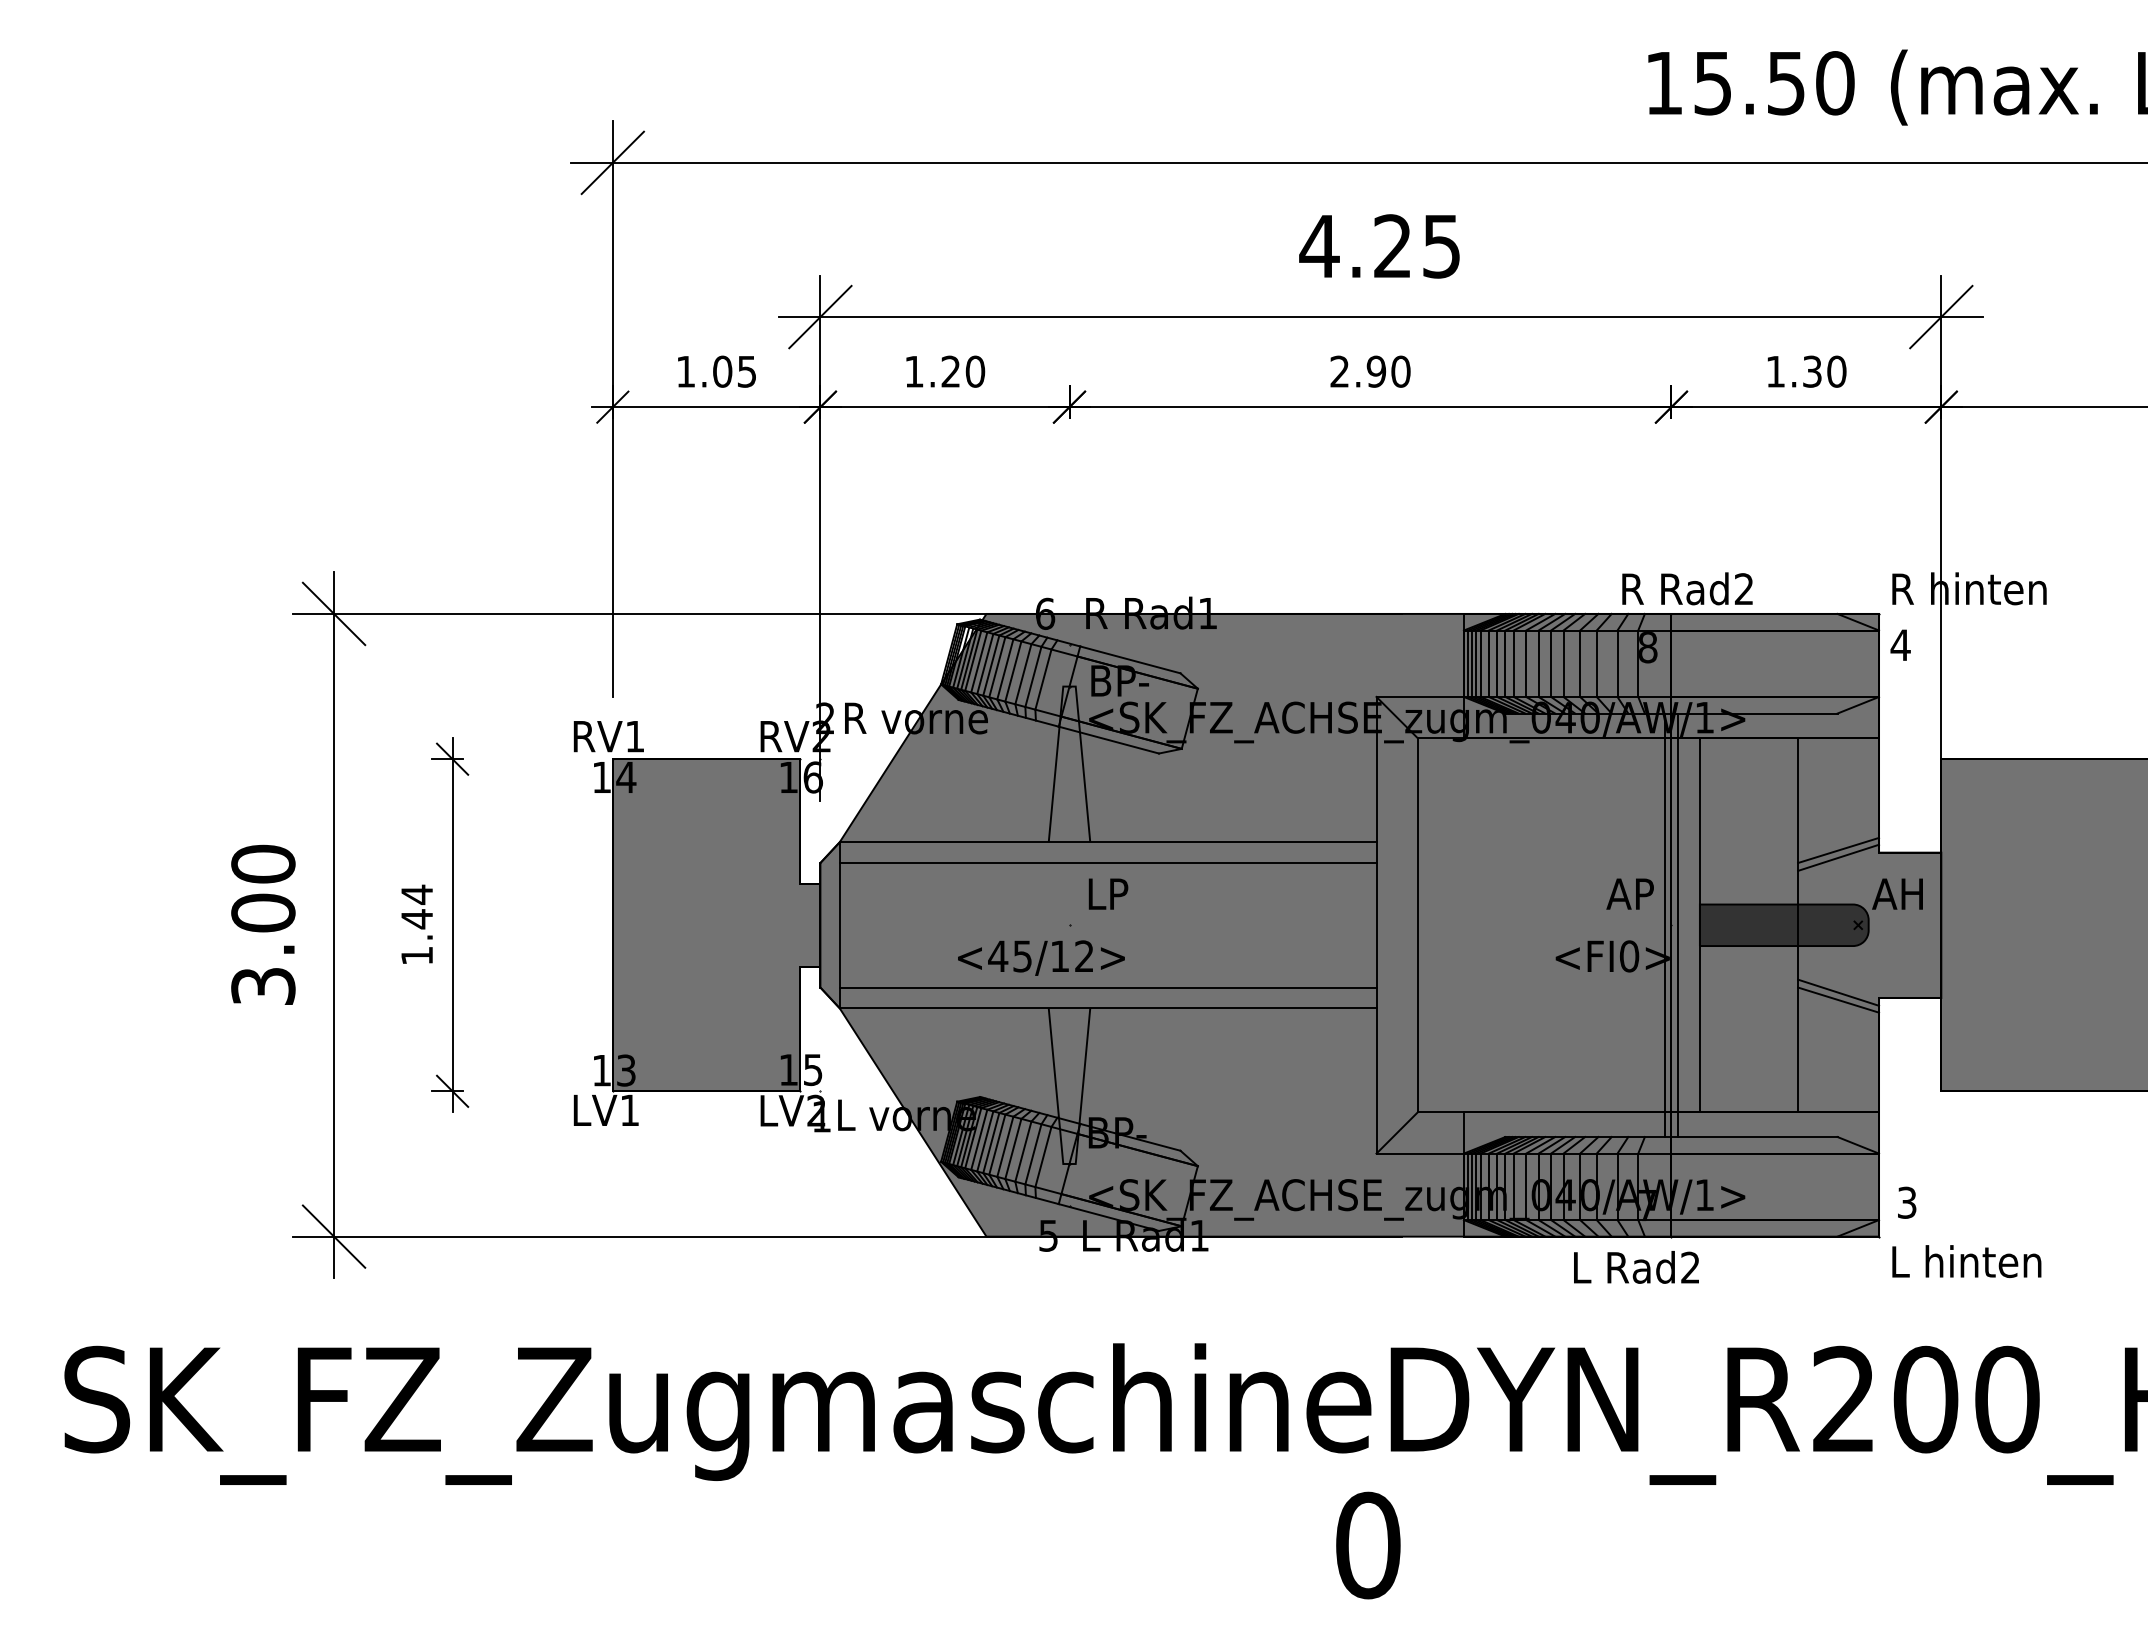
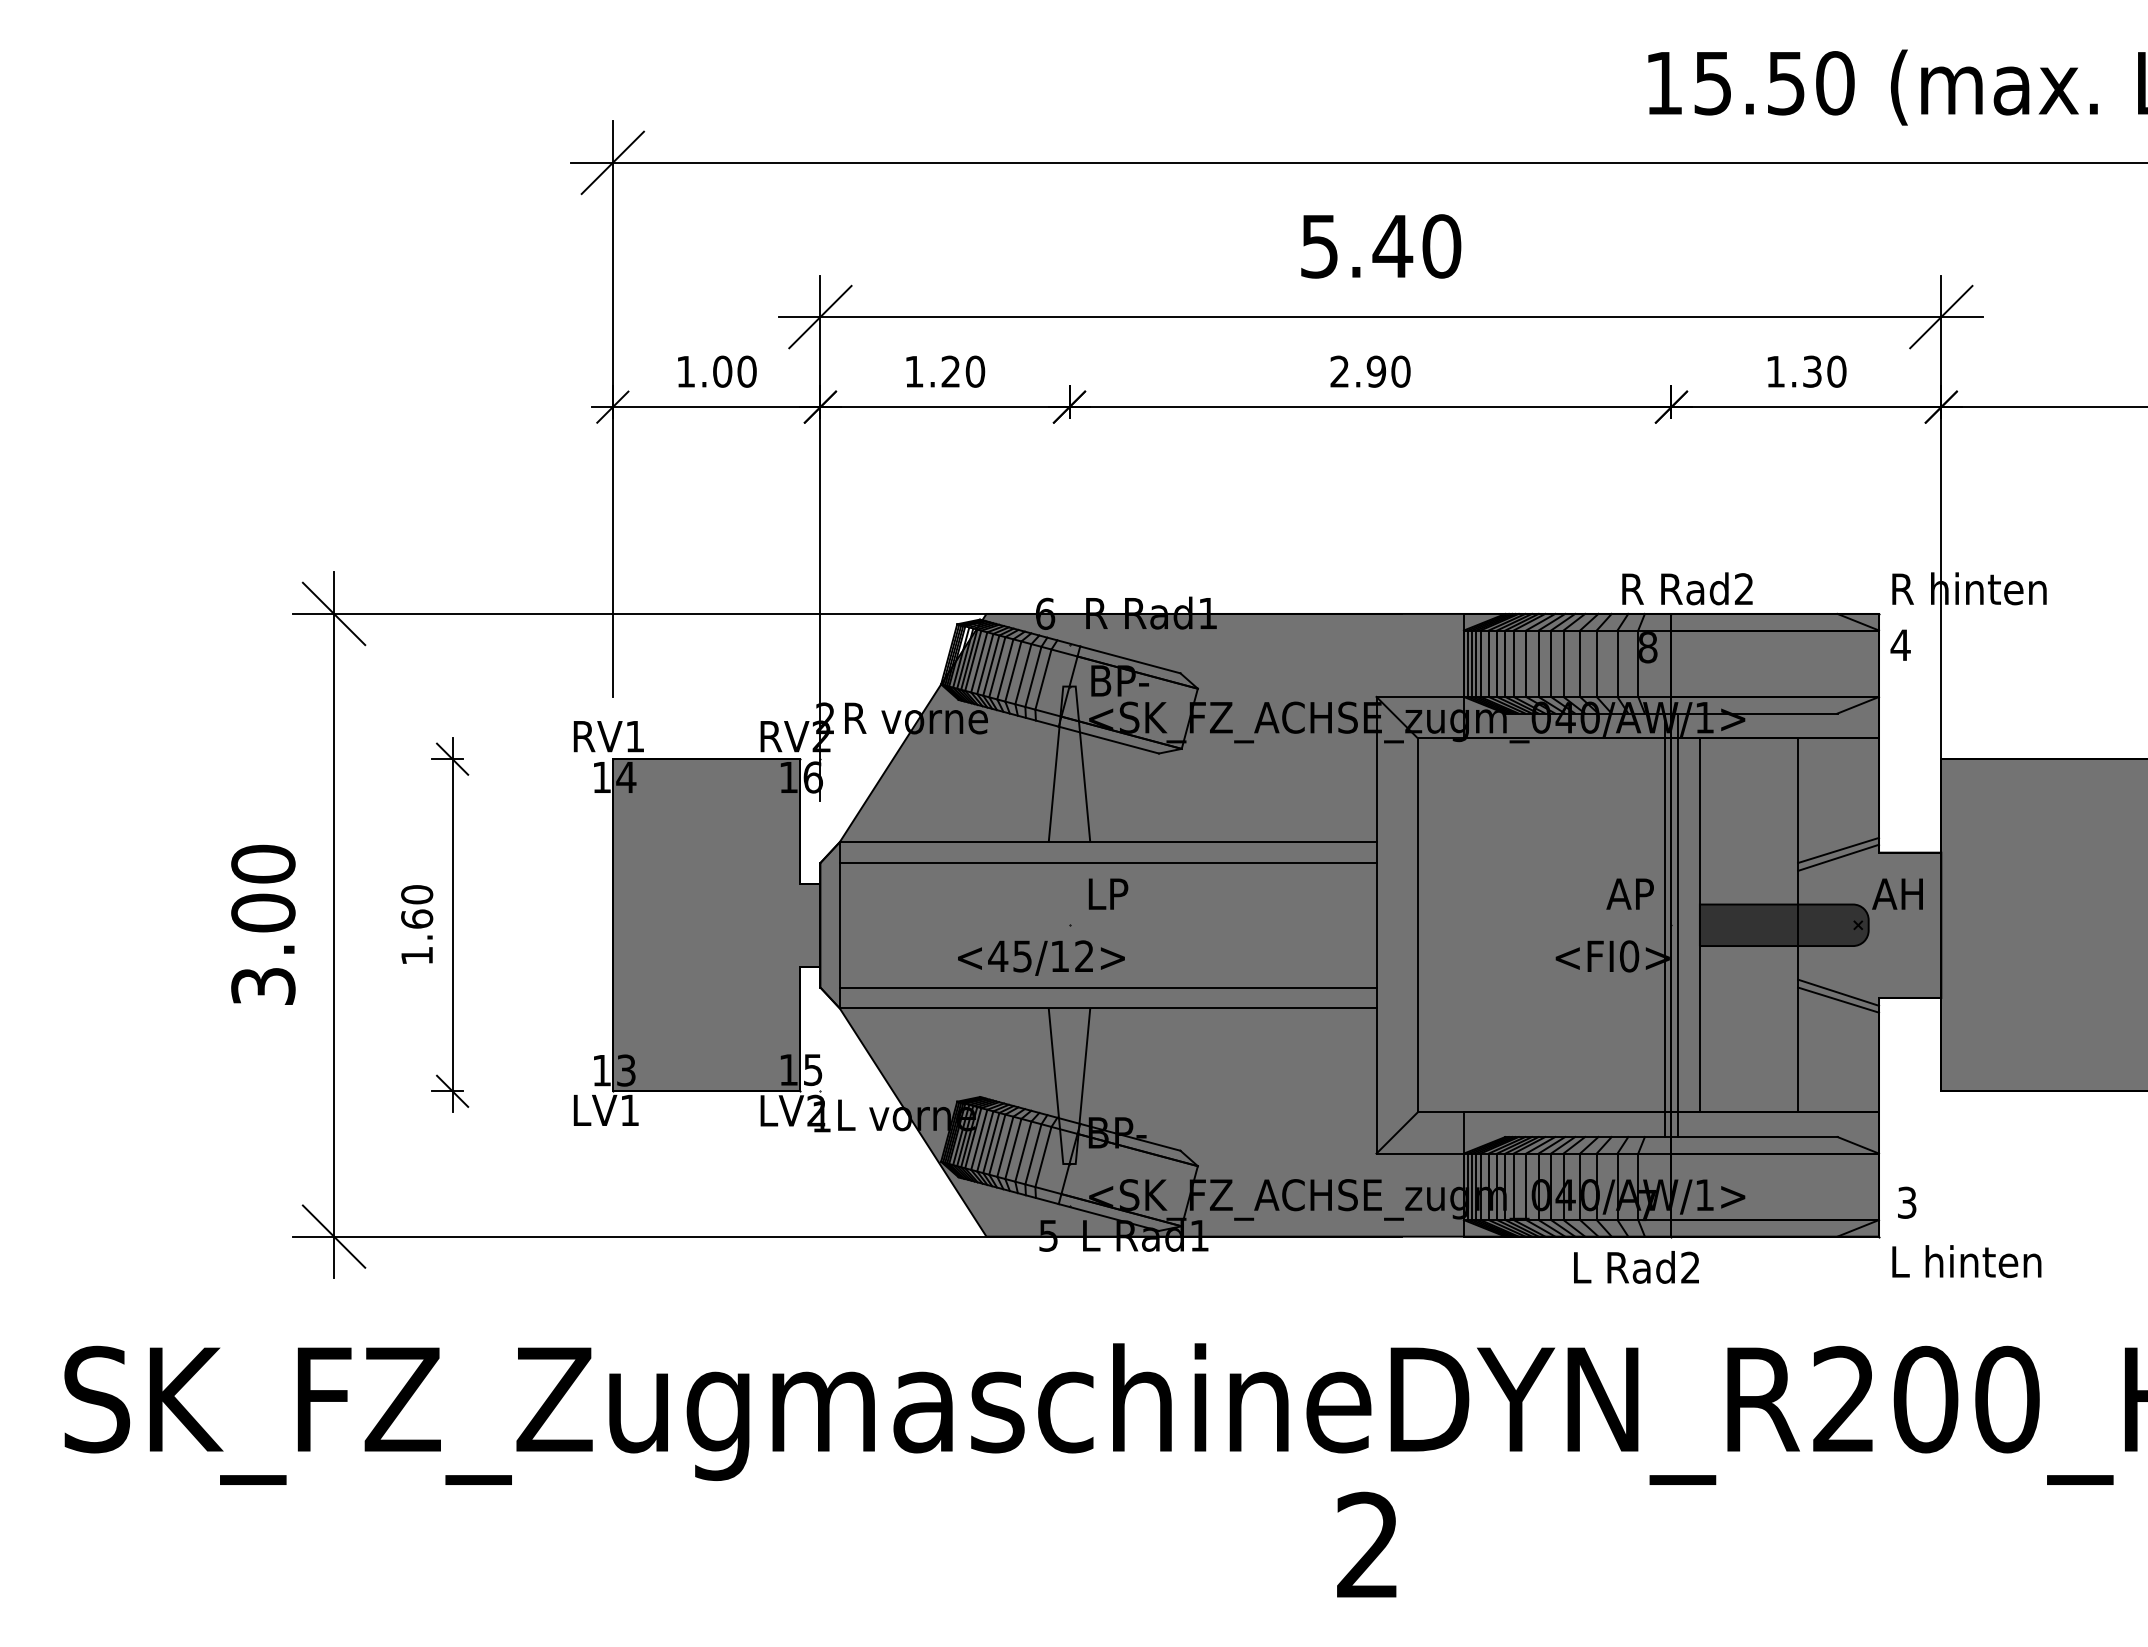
text at (1380, 246): 4.25 -> 5.40
text at (746, 371): 1.05 -> 1.00
text at (417, 906): 1.44 -> 1.60
text at (1368, 1545): 0 -> 2
